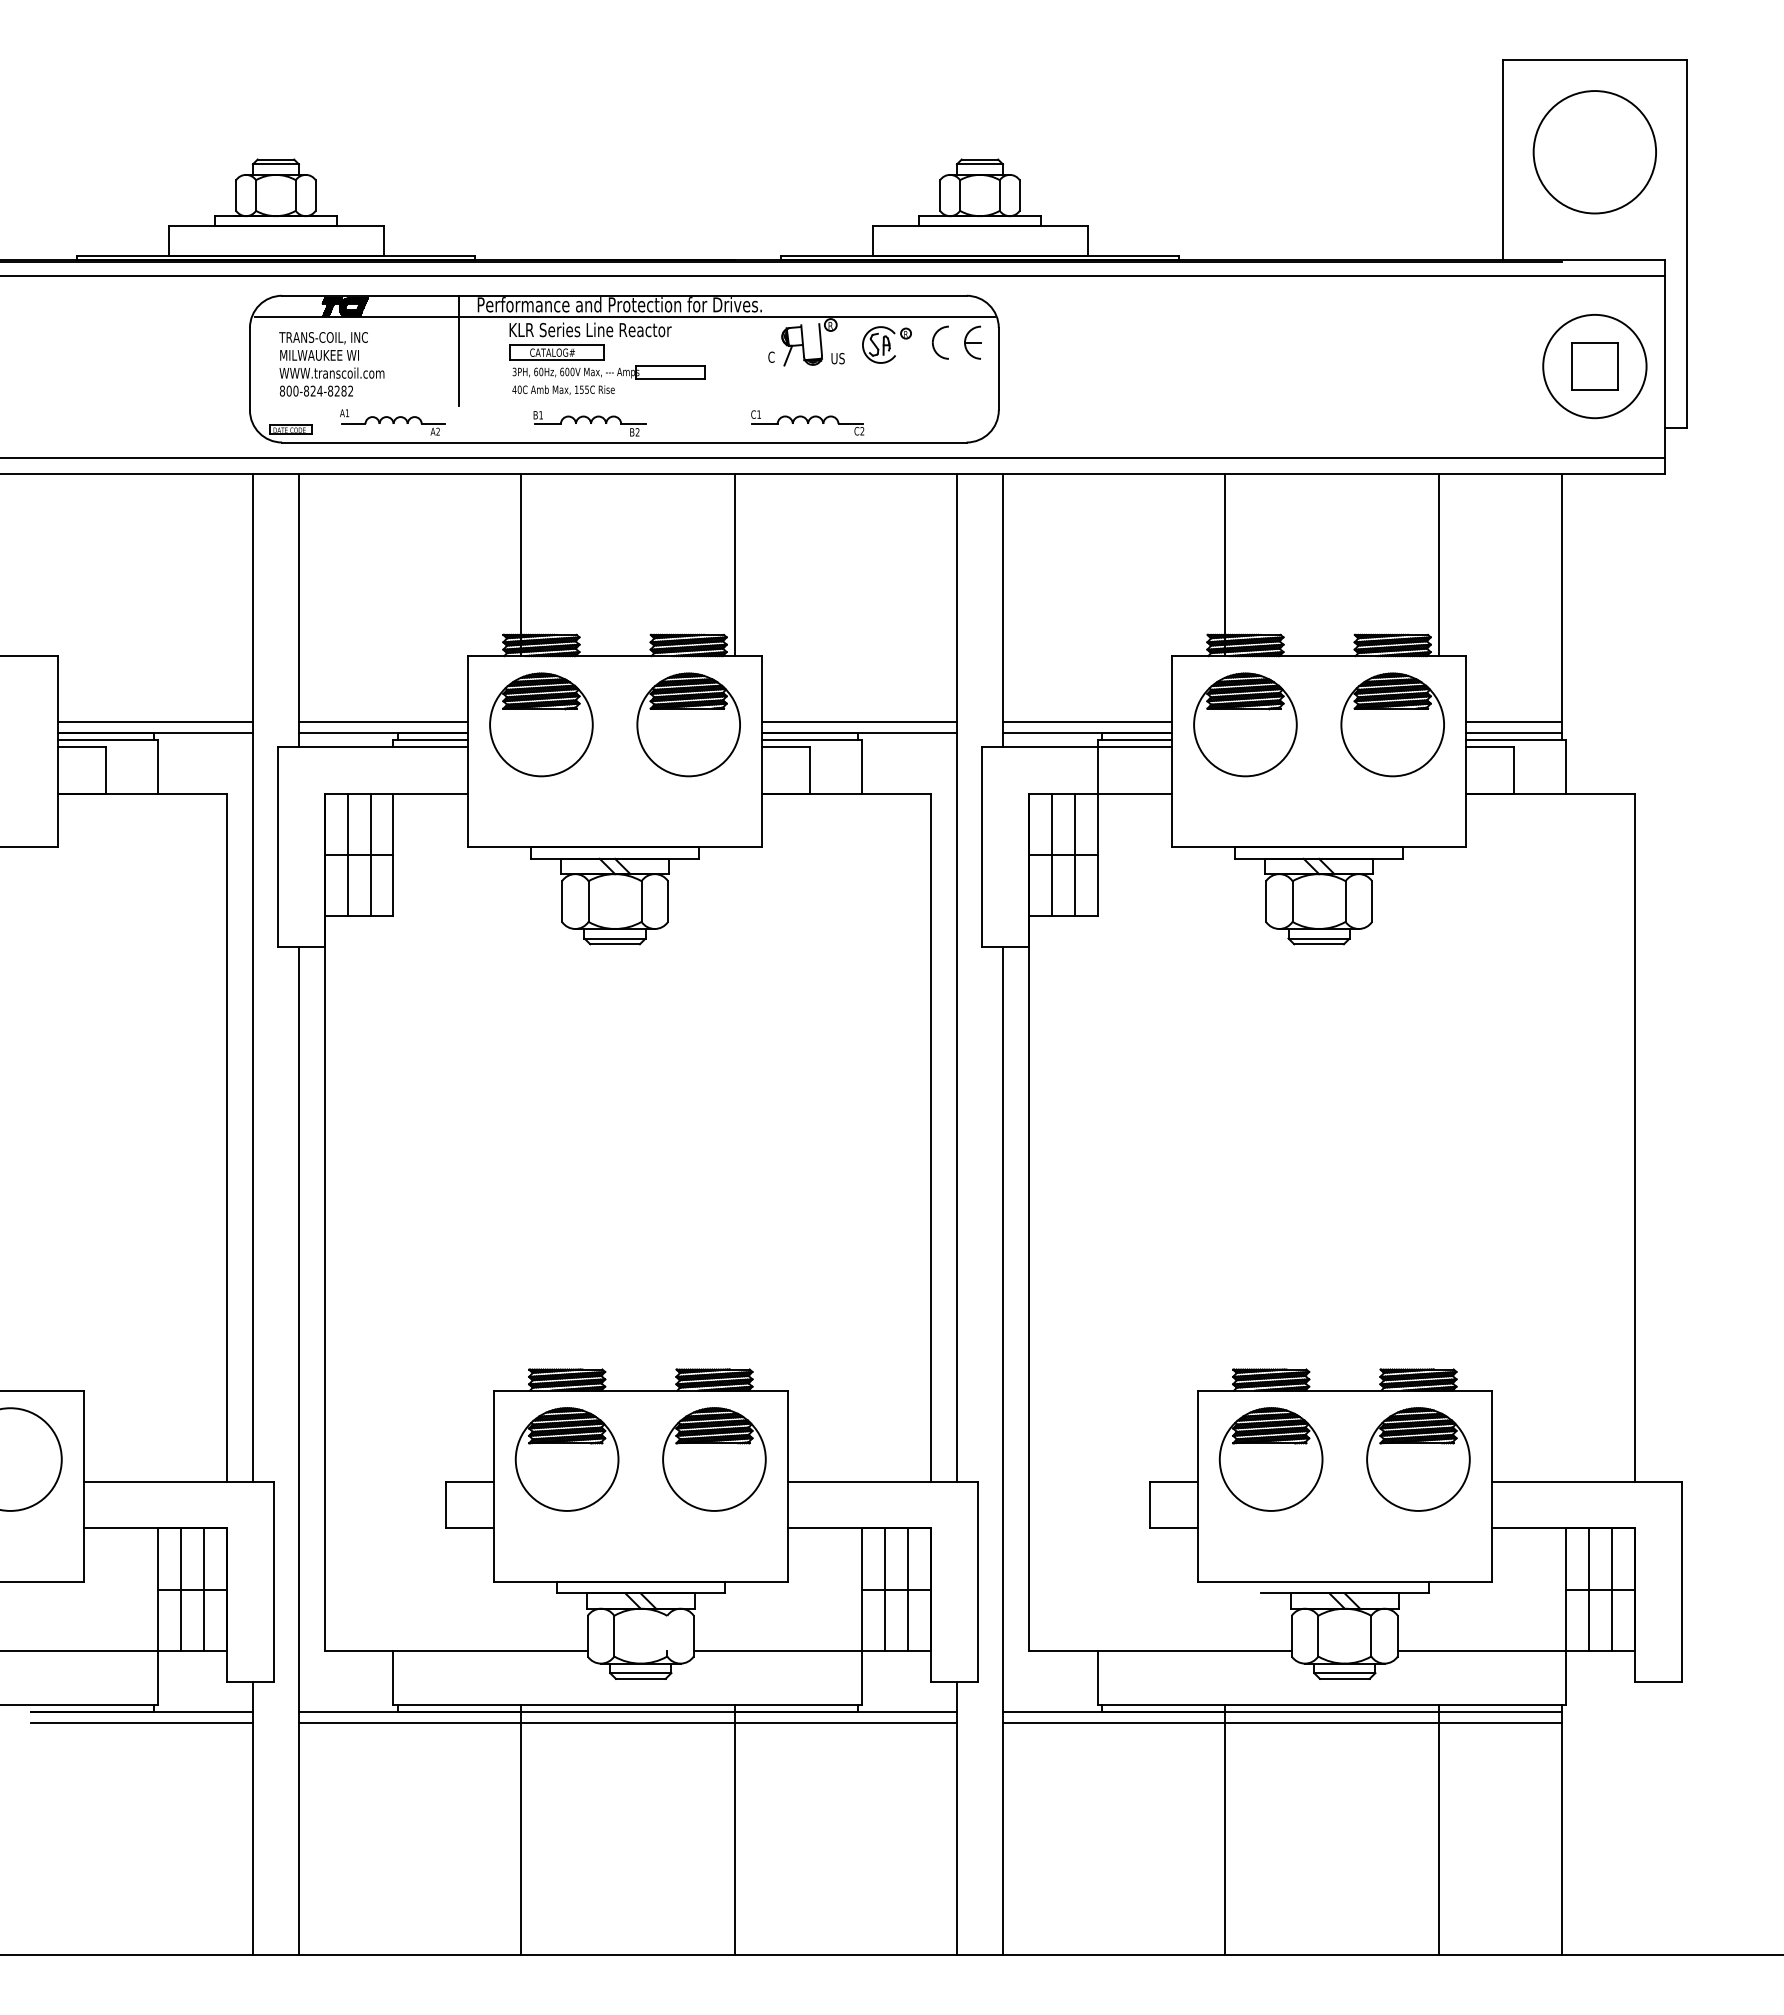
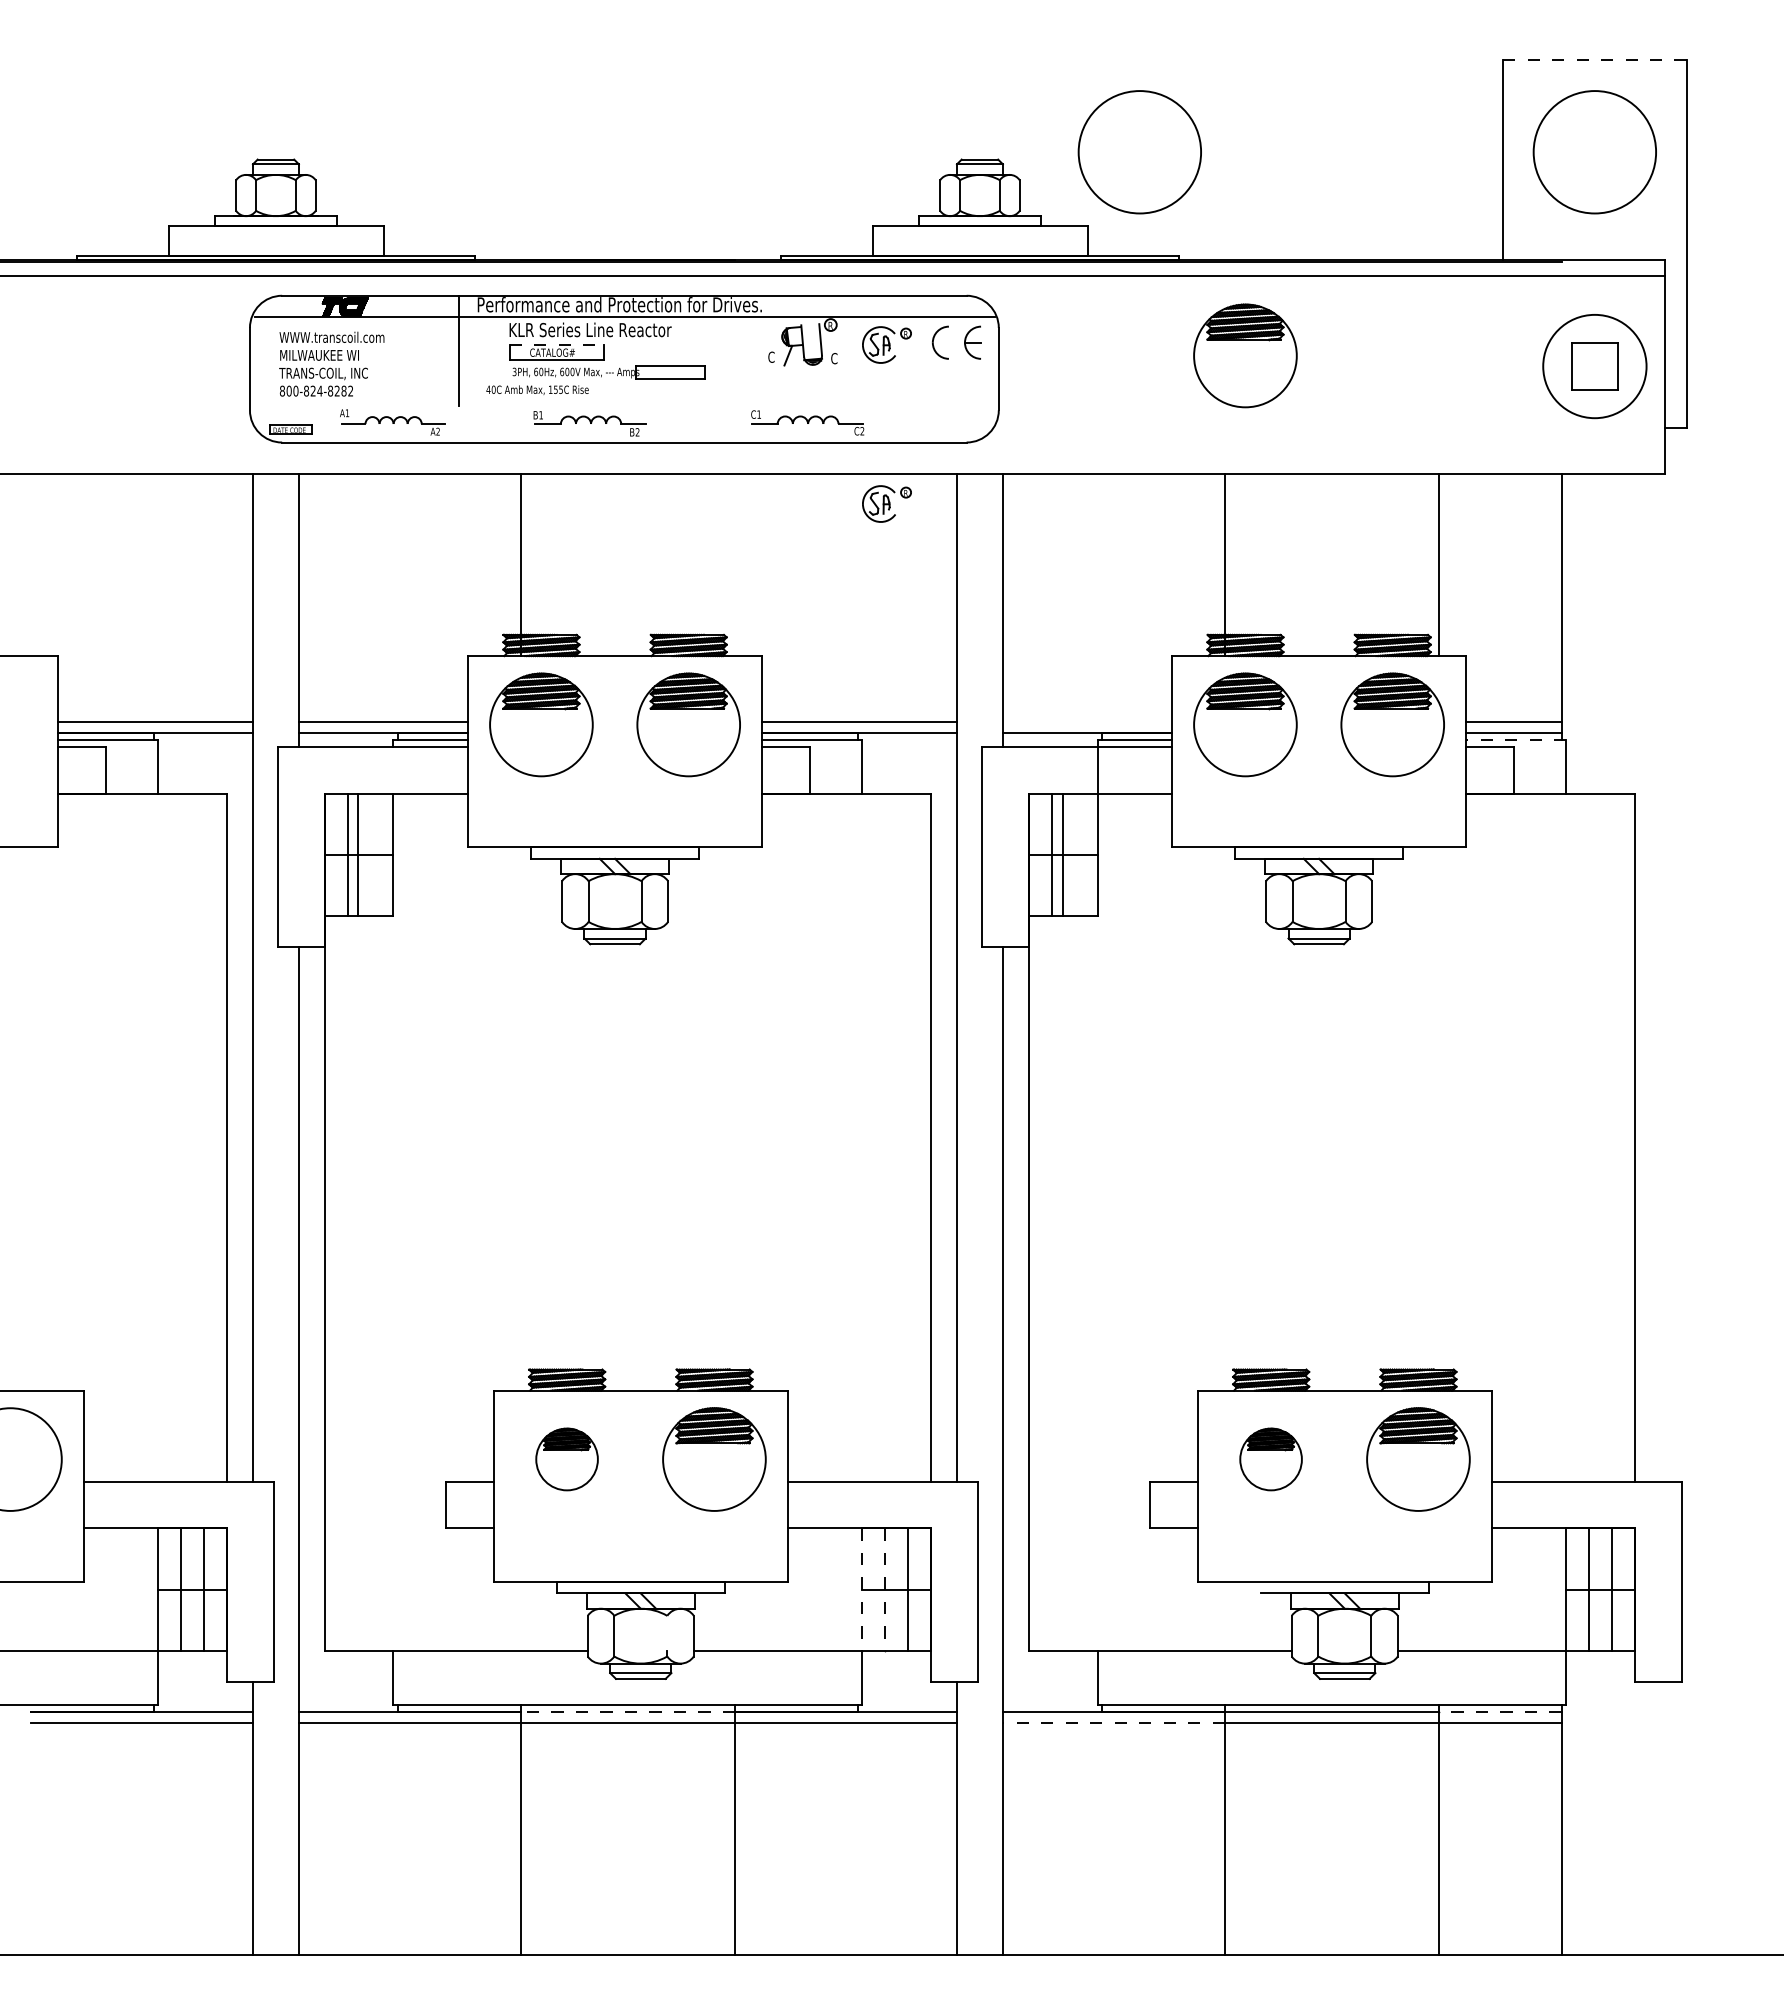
line at (1594, 60): solid -> dashed
circle at (1139, 152): none -> present
text at (331, 337): TRANS-COIL, INC -> WWW.transcoil.com
line at (557, 344): solid -> dashed
part at (1245, 355): none -> present
text at (837, 358): US -> C
text at (331, 373): WWW.transcoil.com -> TRANS-COIL, INC
text at (563, 389) position: (563, 389) -> (537, 389)
line at (833, 457): present -> none
part at (886, 503): none -> present
line at (735, 565): present -> none
line at (1086, 721): present -> none
line at (1515, 739): solid -> dashed
line at (370, 854) position: (370, 854) -> (357, 854)
line at (1074, 854) position: (1074, 854) -> (1062, 854)
part at (566, 1459) size: 106x105 px -> 64x65 px
part at (1270, 1459) size: 106x105 px -> 64x65 px
line at (862, 1590): solid -> dashed
line at (885, 1590): solid -> dashed
line at (627, 1712): solid -> dashed
line at (1499, 1712): solid -> dashed
line at (1113, 1723): solid -> dashed
